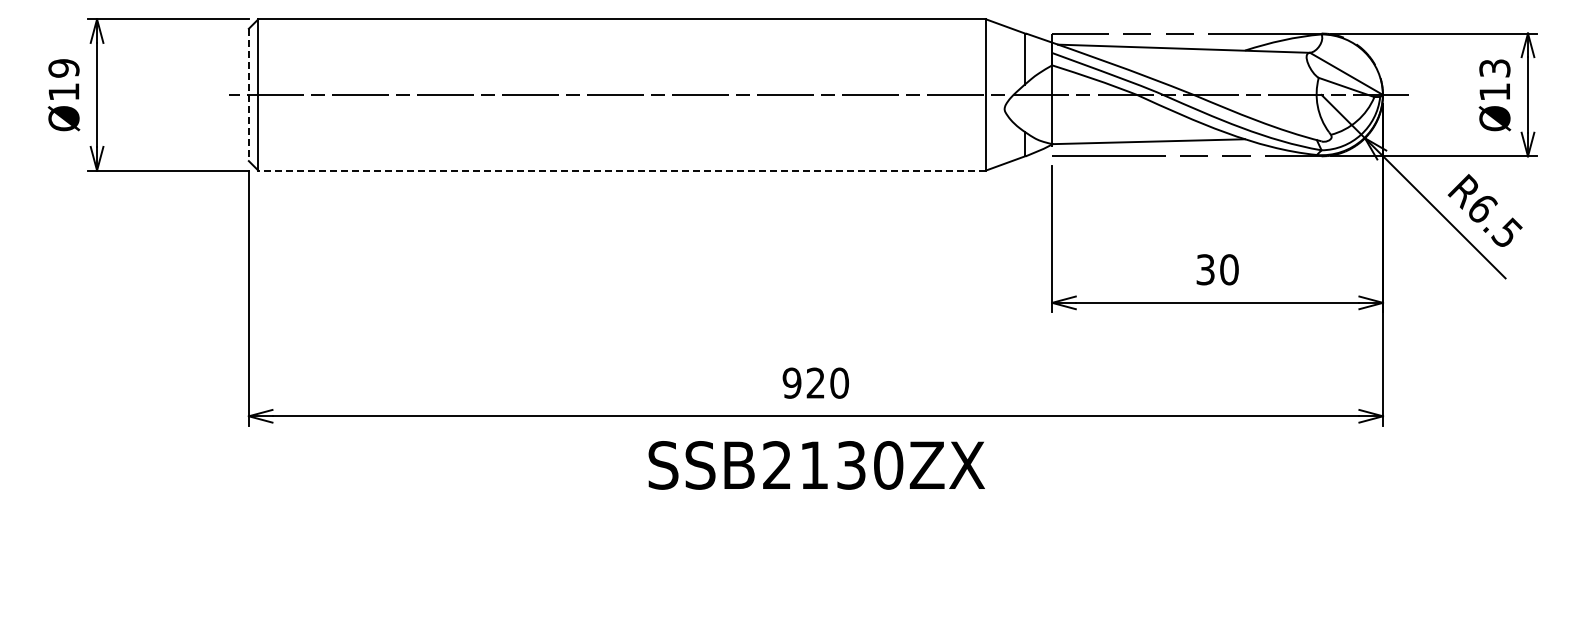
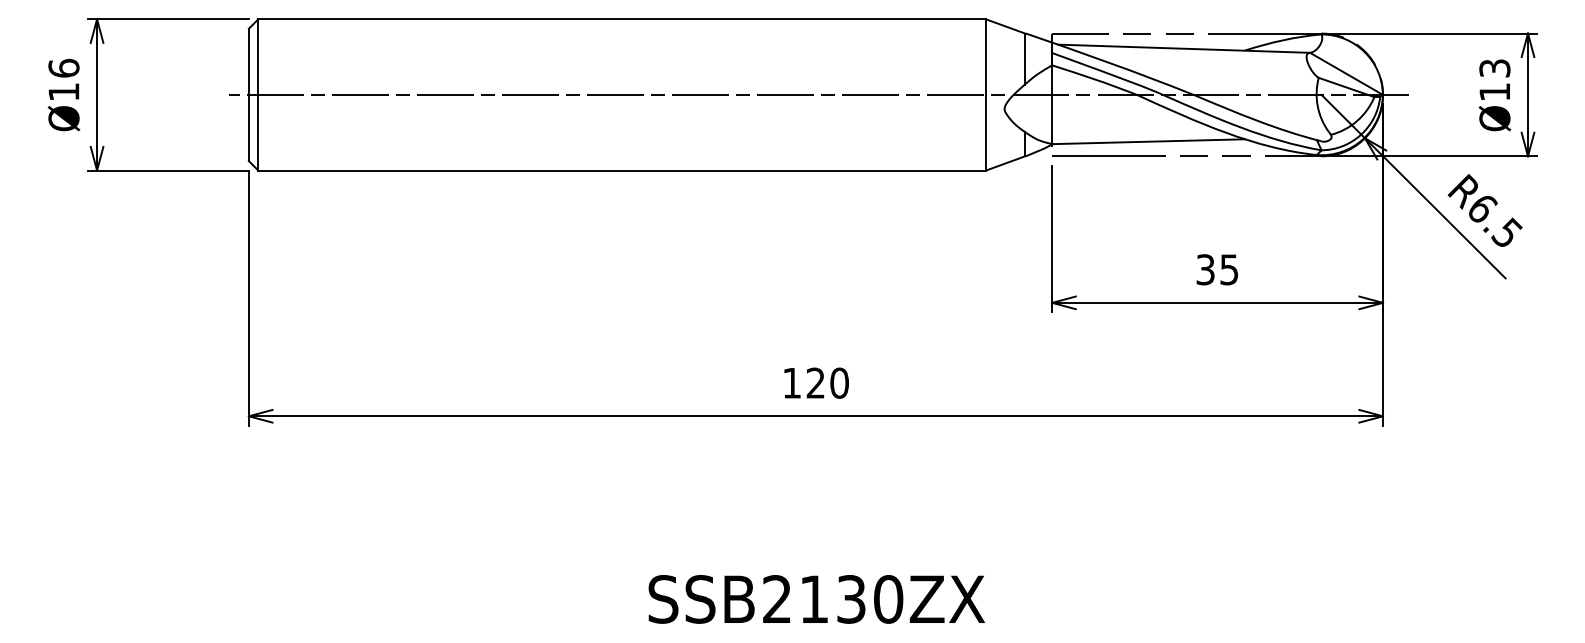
text at (63, 67): Ø19 -> Ø16
line at (248, 95): dashed -> solid
line at (622, 170): dashed -> solid
text at (1229, 269): 30 -> 35
text at (791, 382): 920 -> 120
text at (816, 465) position: (816, 465) -> (816, 599)
